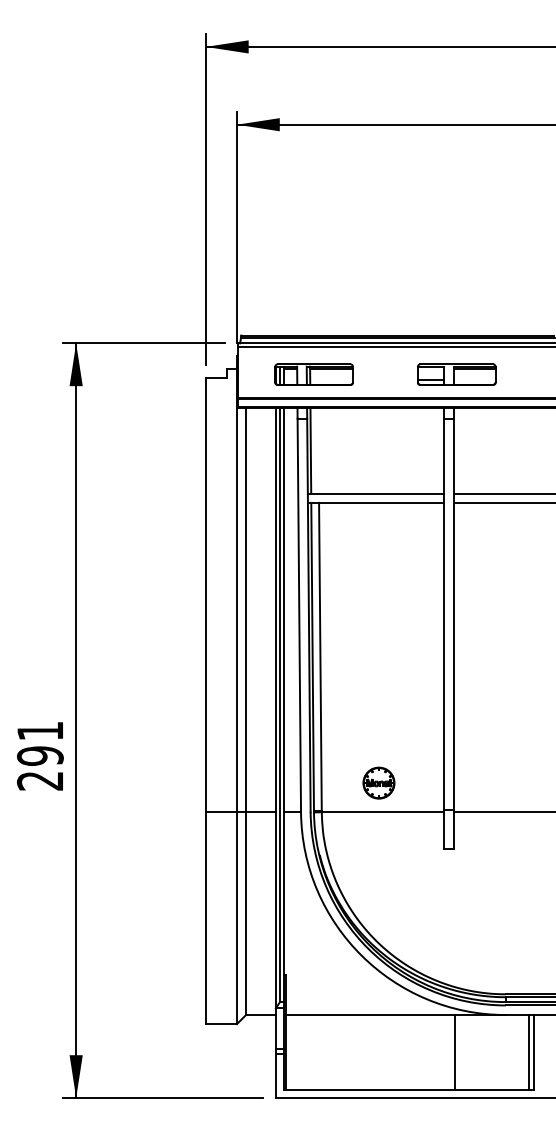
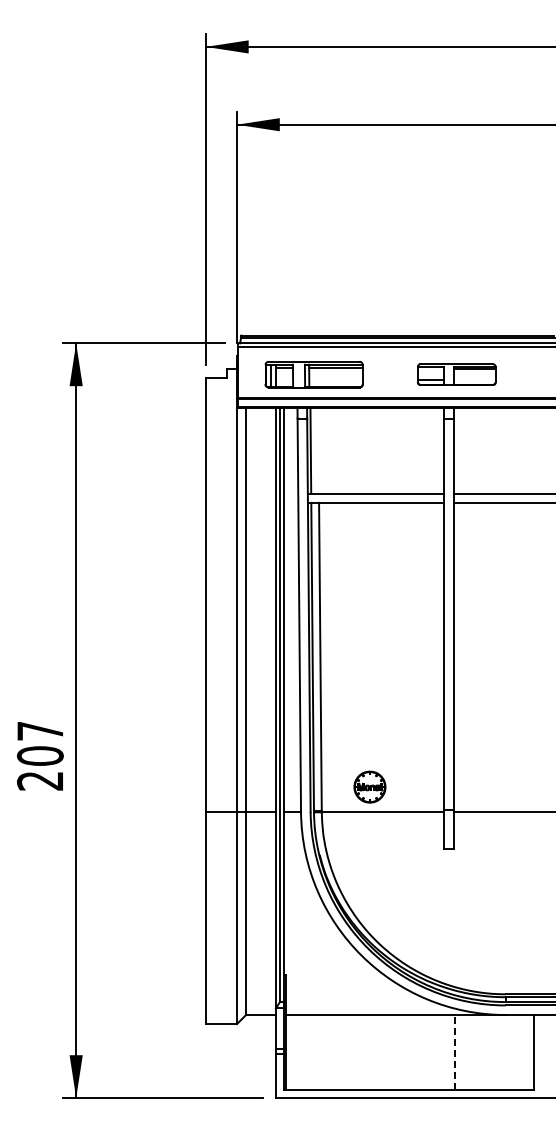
part at (313, 374) size: 80x23 px -> 100x29 px
text at (40, 743): 291 -> 207
part at (378, 782) position: (378, 782) -> (369, 786)
line at (454, 1052): solid -> dashed
line at (529, 1052): present -> none
